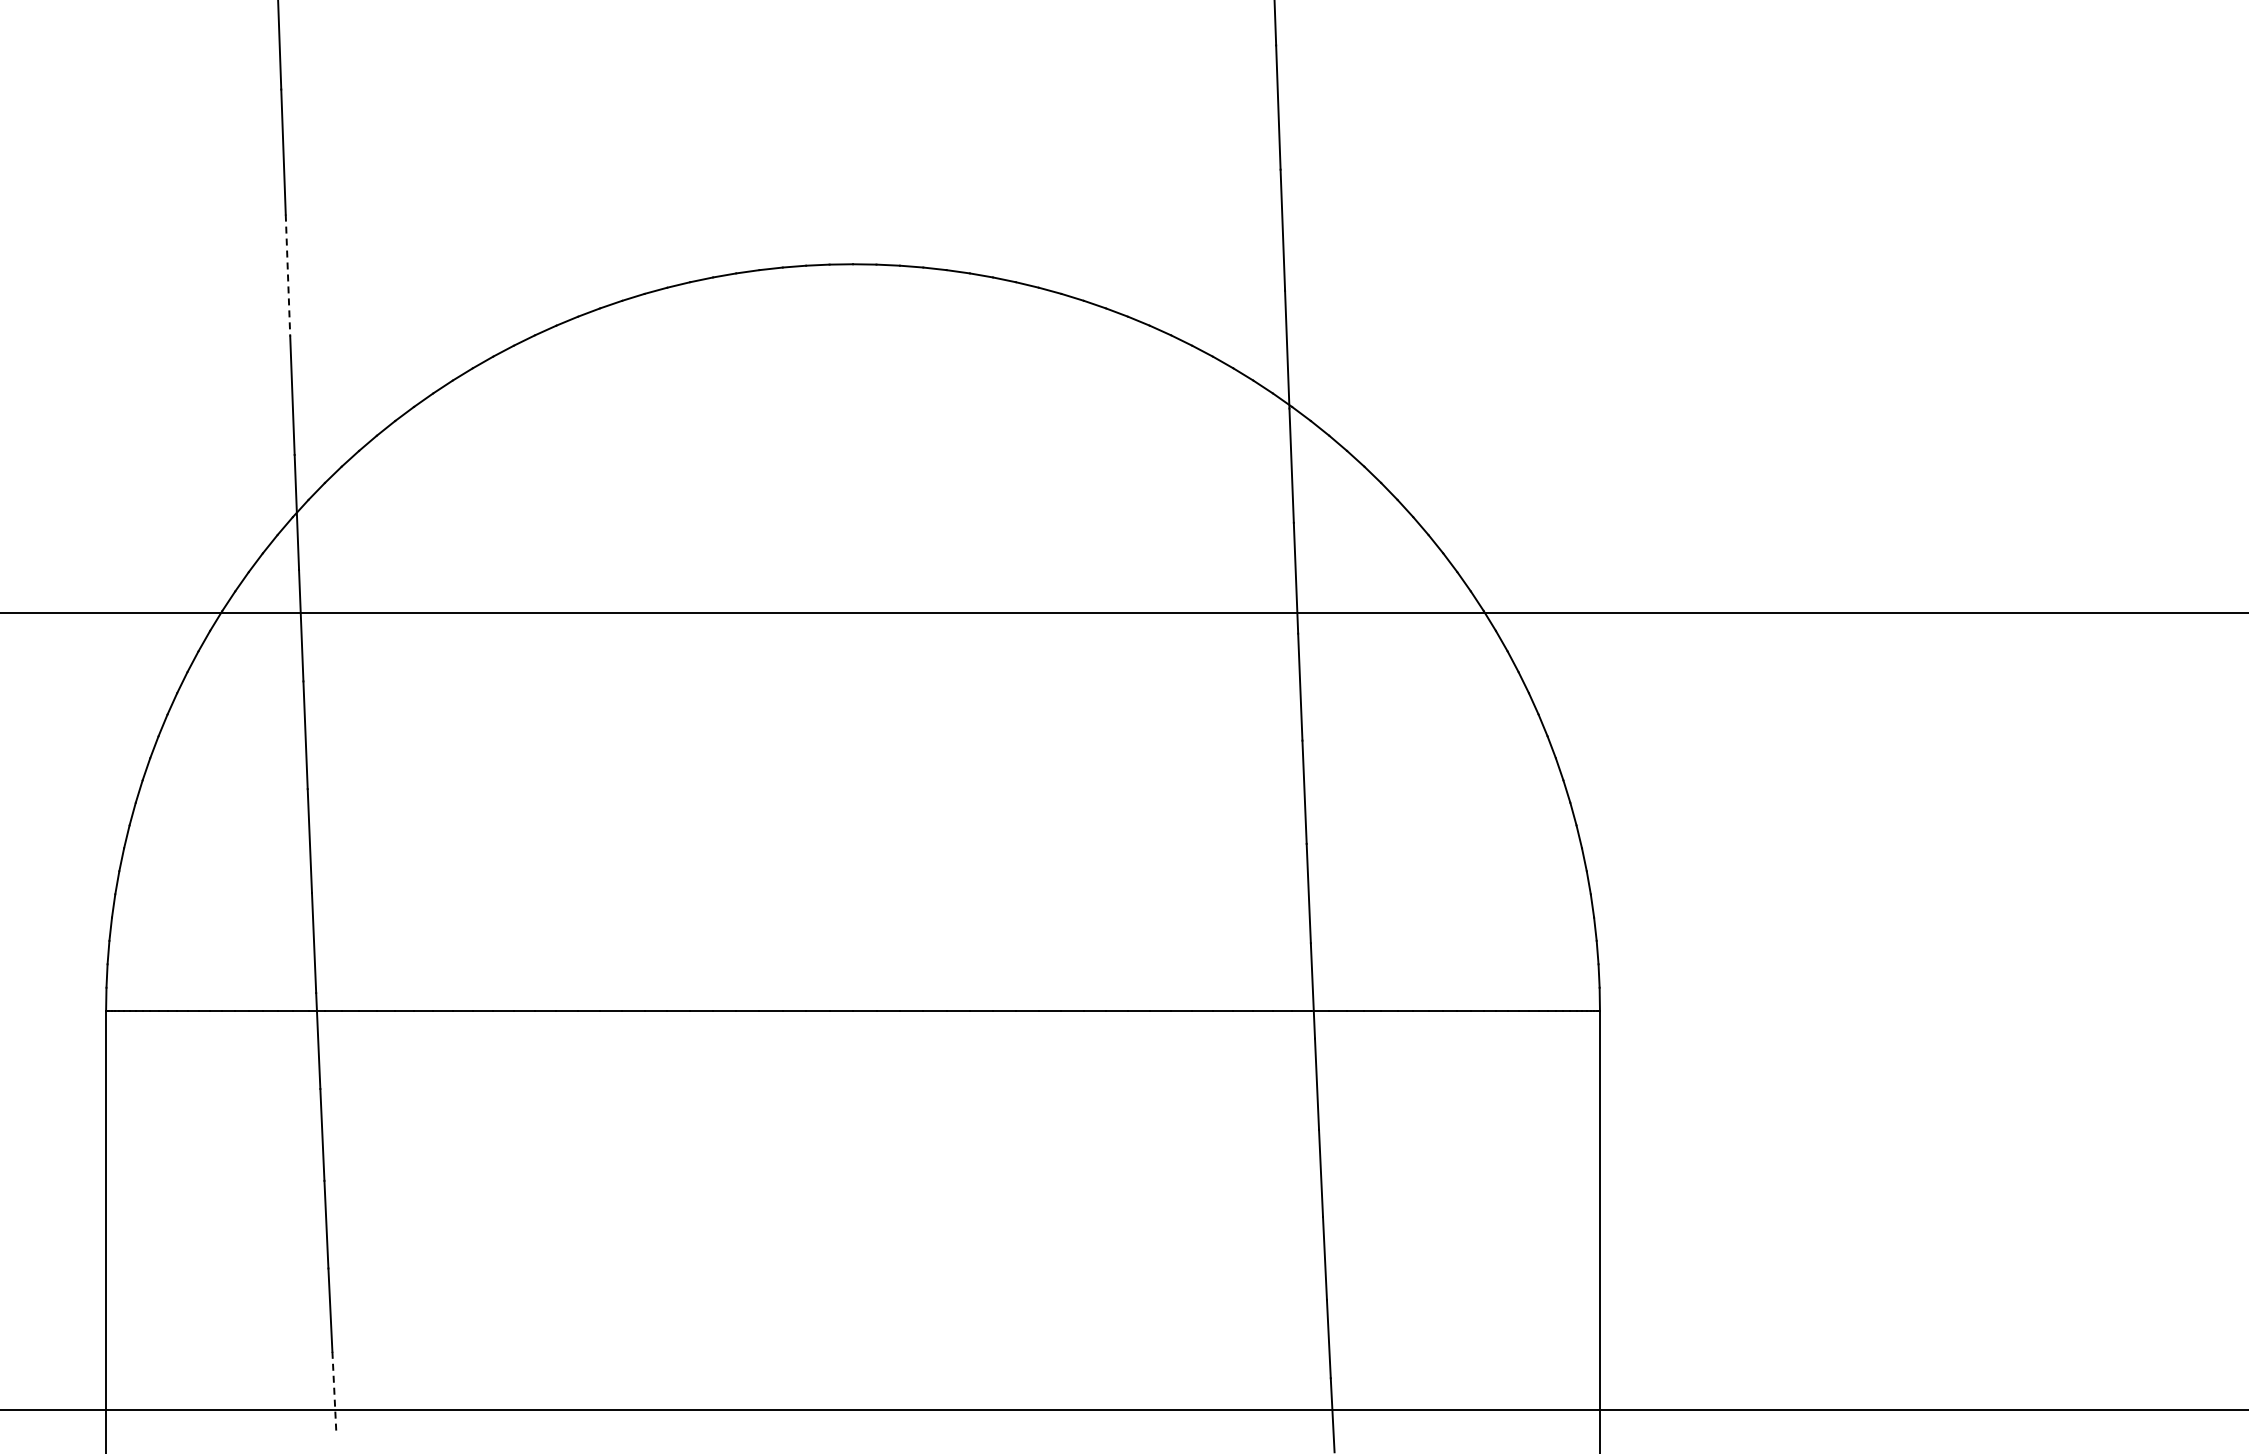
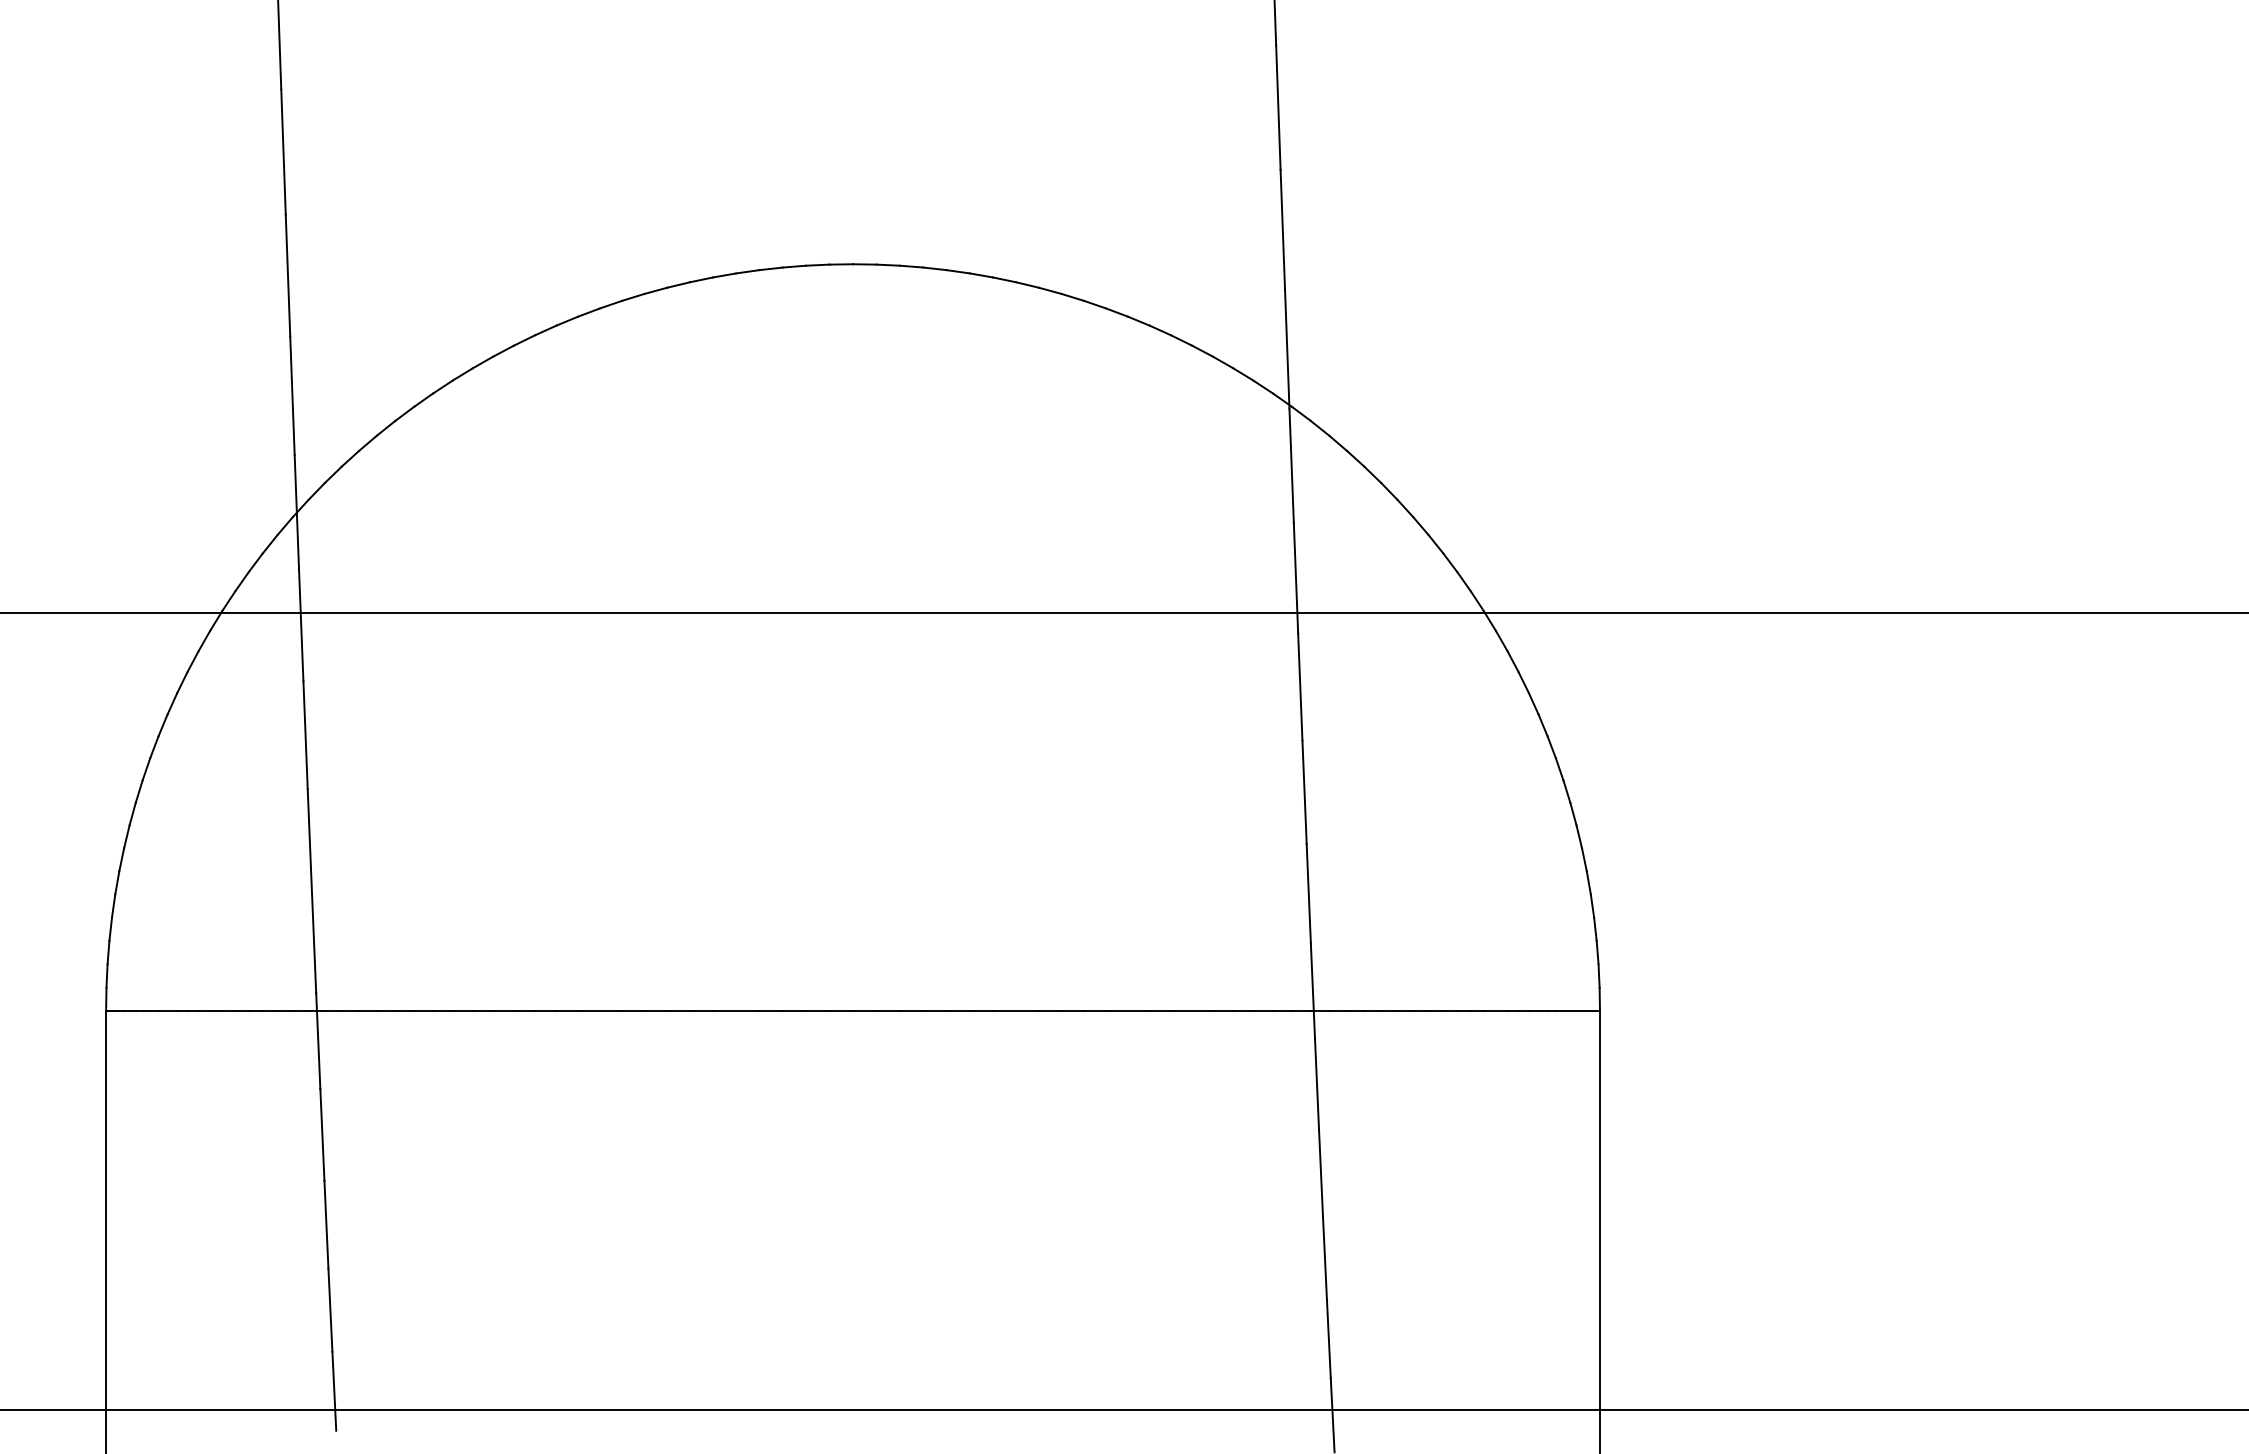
line at (288, 275): dashed -> solid
line at (334, 1391): dashed -> solid
